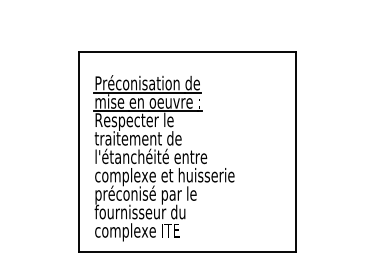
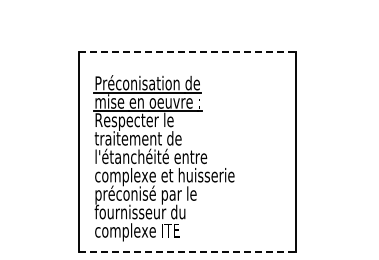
line at (188, 52): solid -> dashed
line at (188, 252): solid -> dashed
